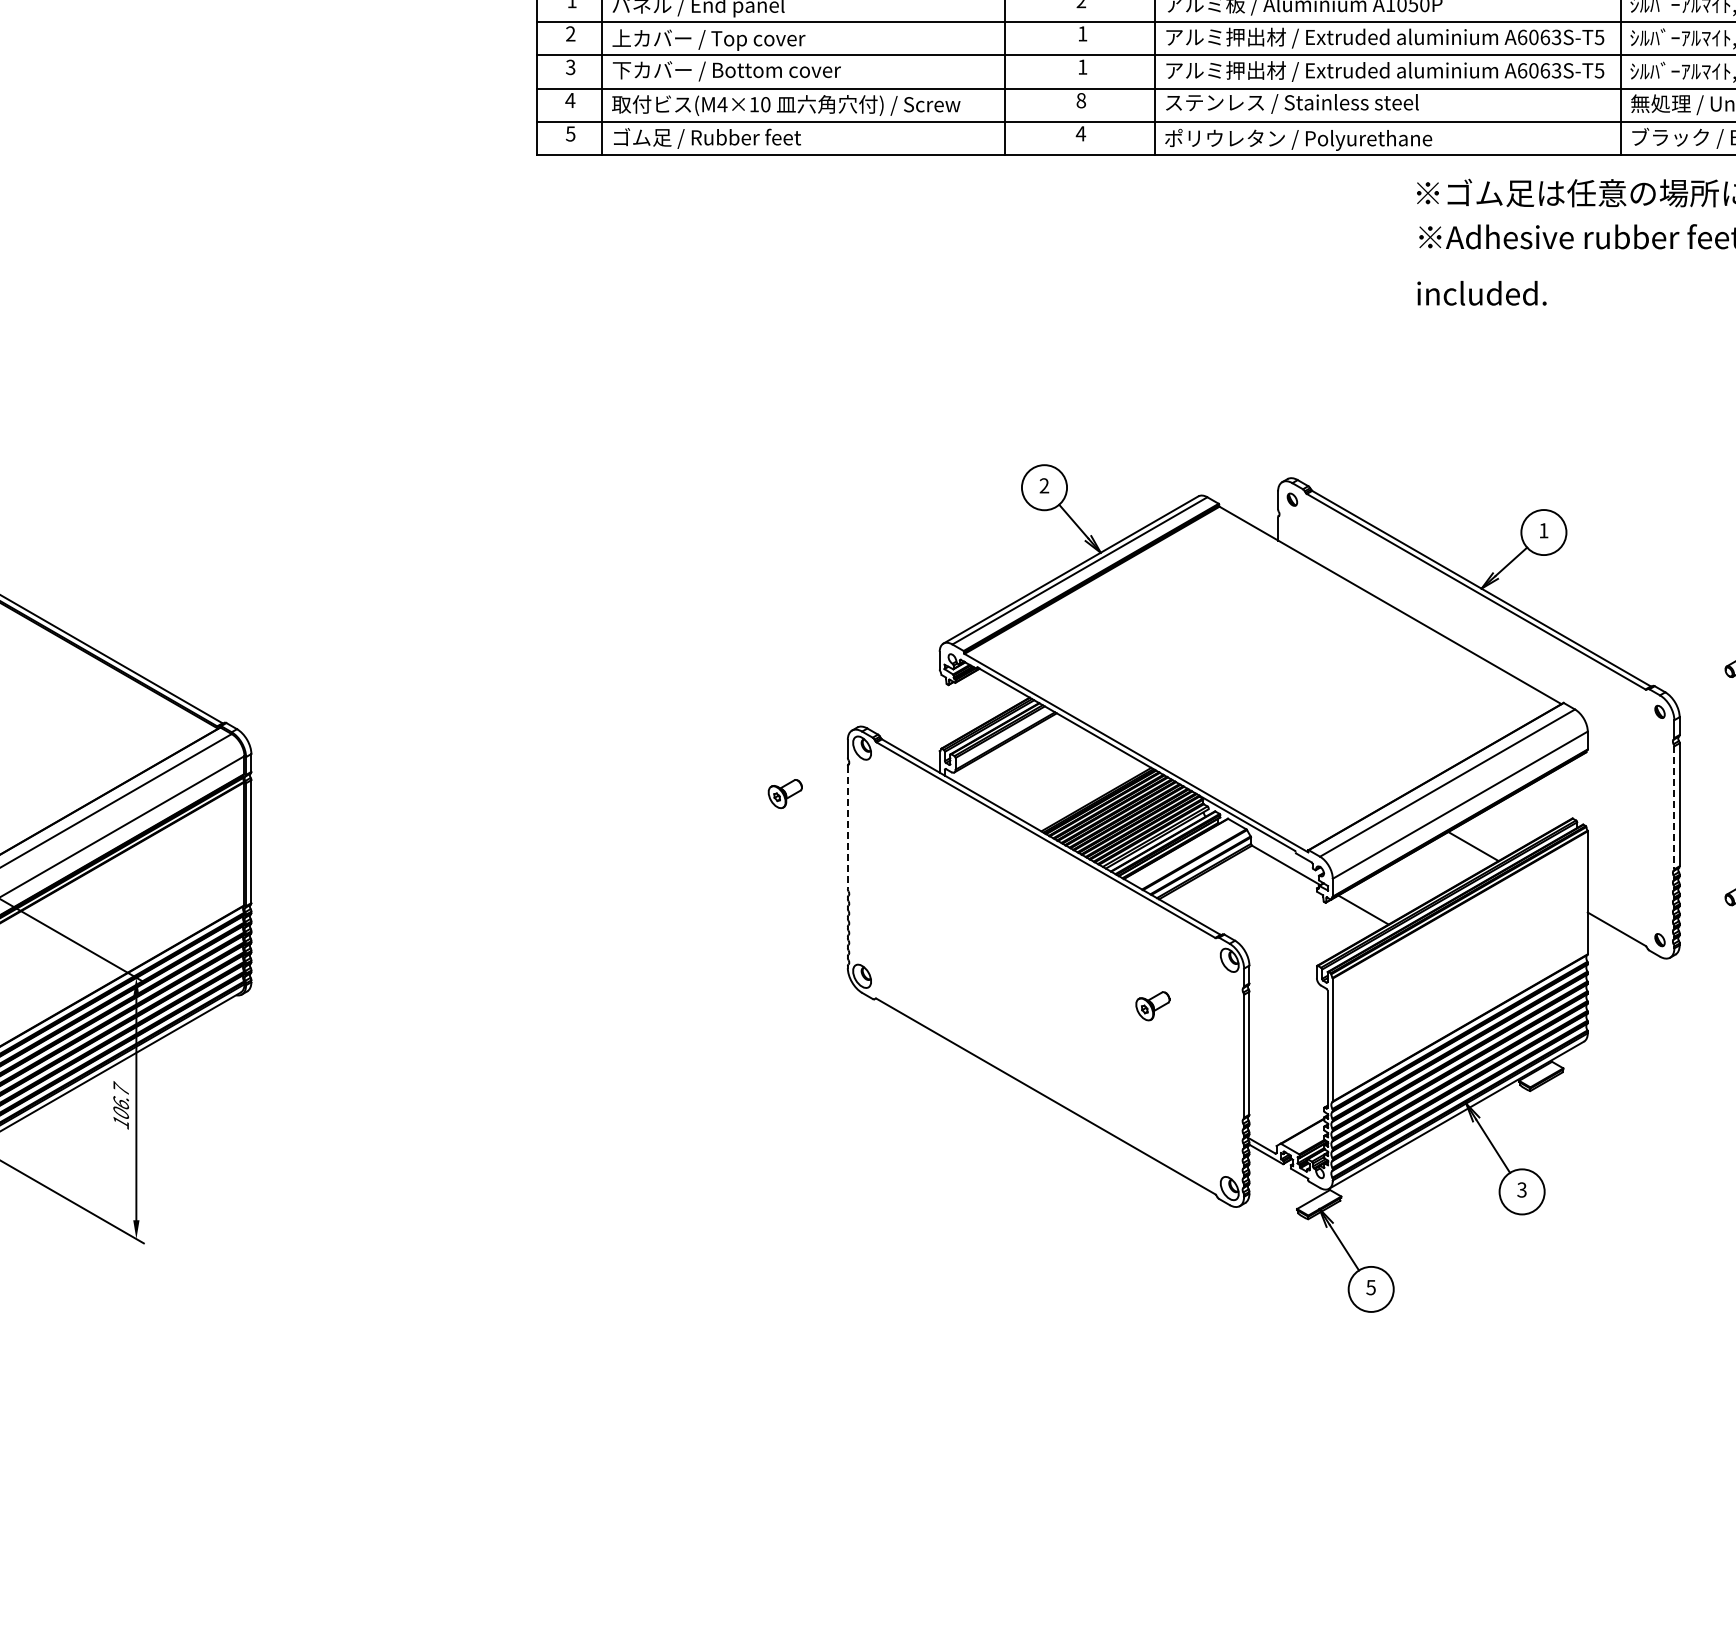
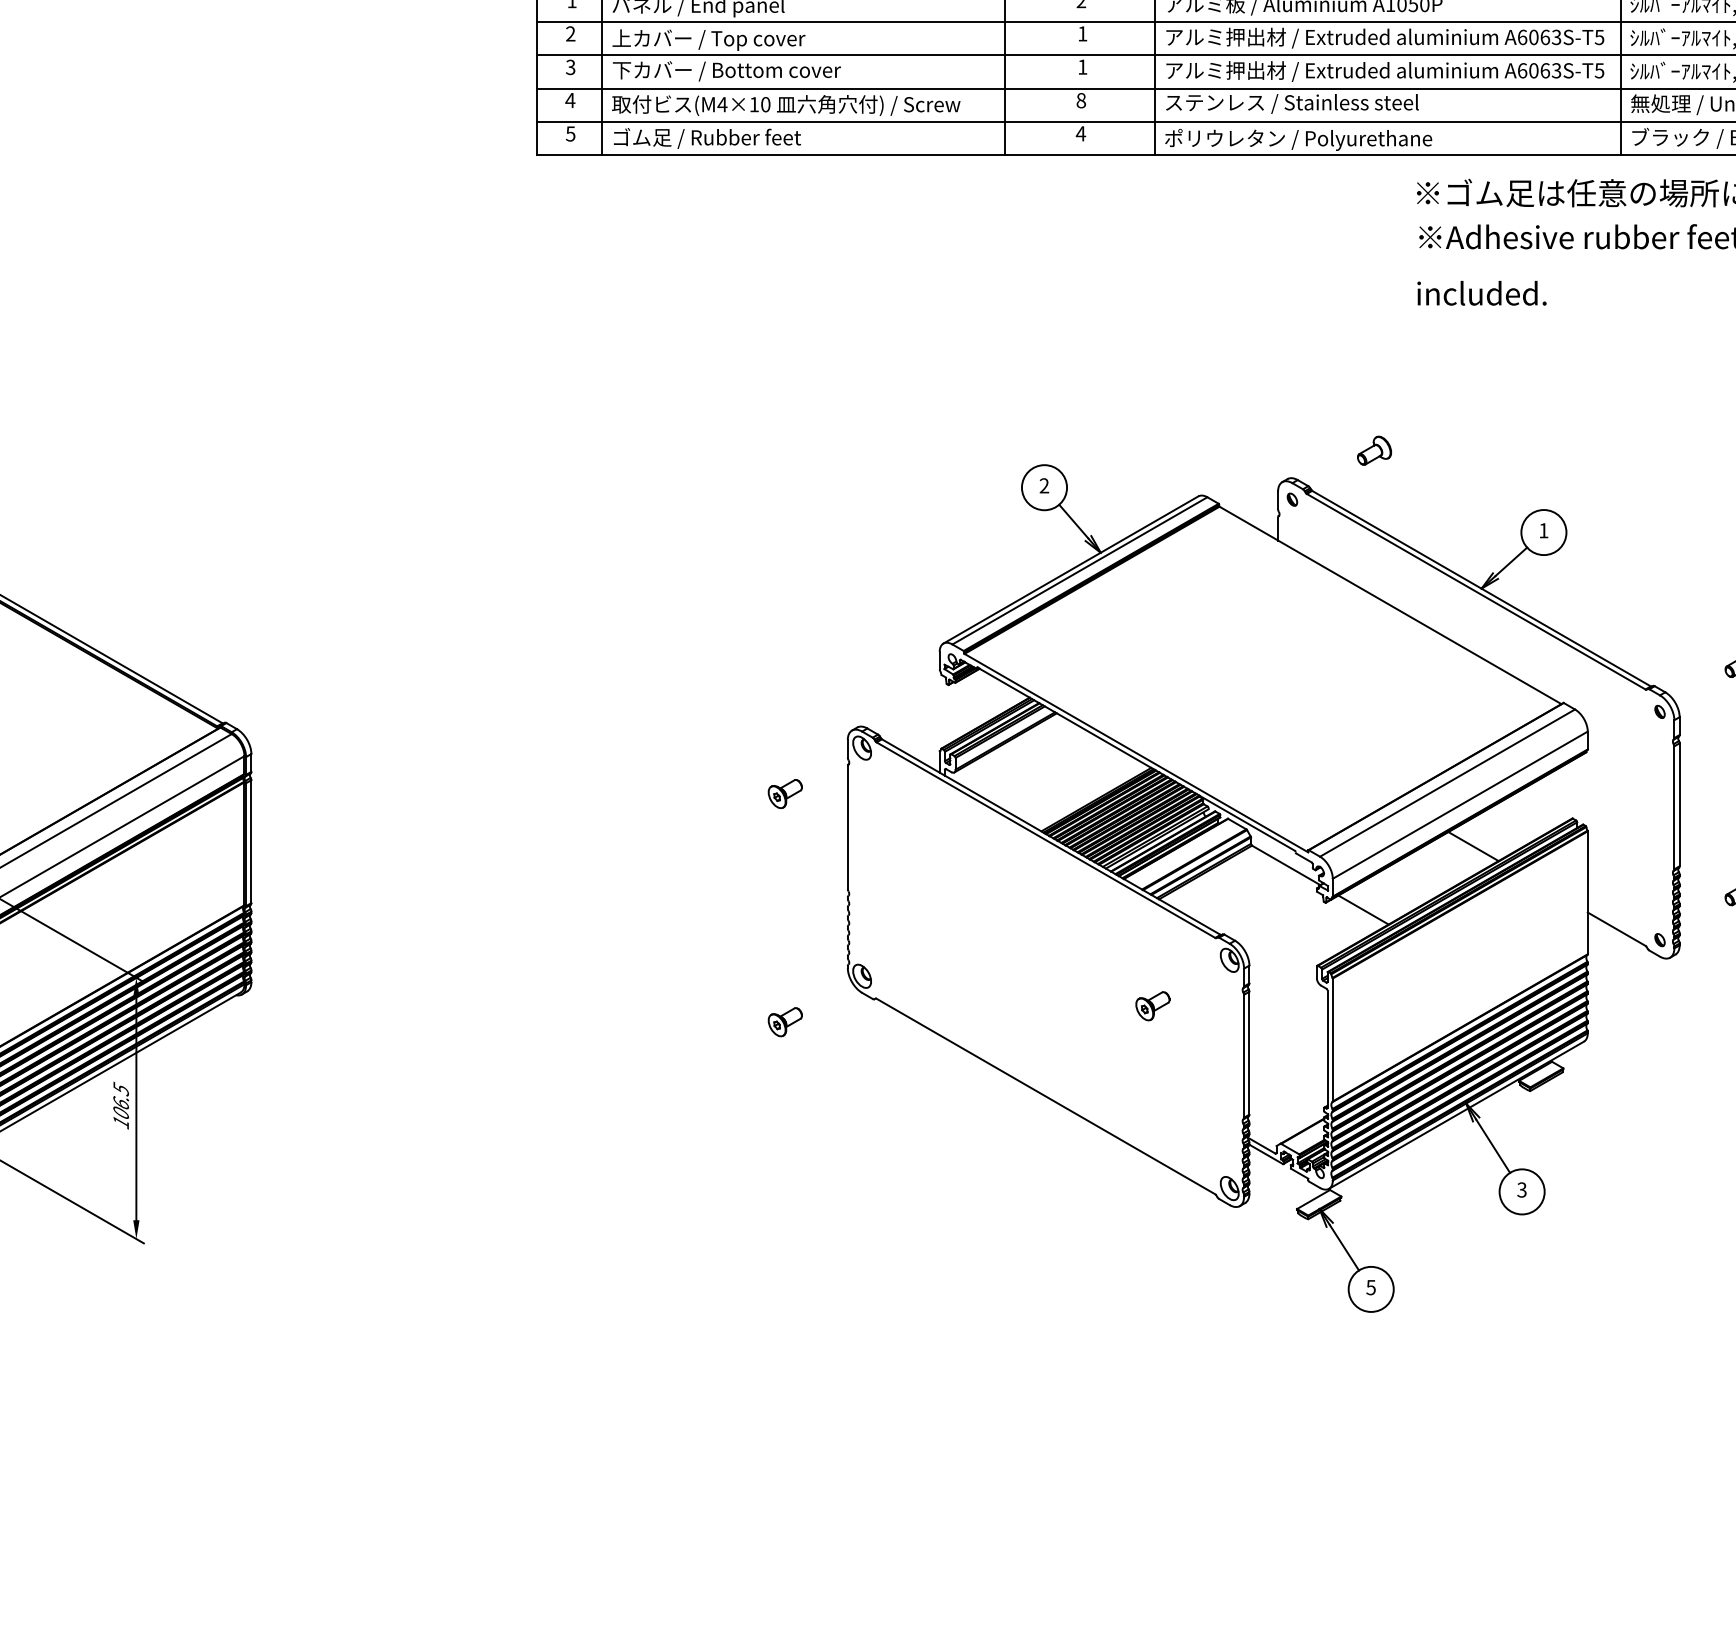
part at (1374, 450): none -> present
line at (1674, 808): dashed -> solid
line at (847, 827): dashed -> solid
part at (784, 1022): none -> present
text at (121, 1088): 106.7 -> 106.5
